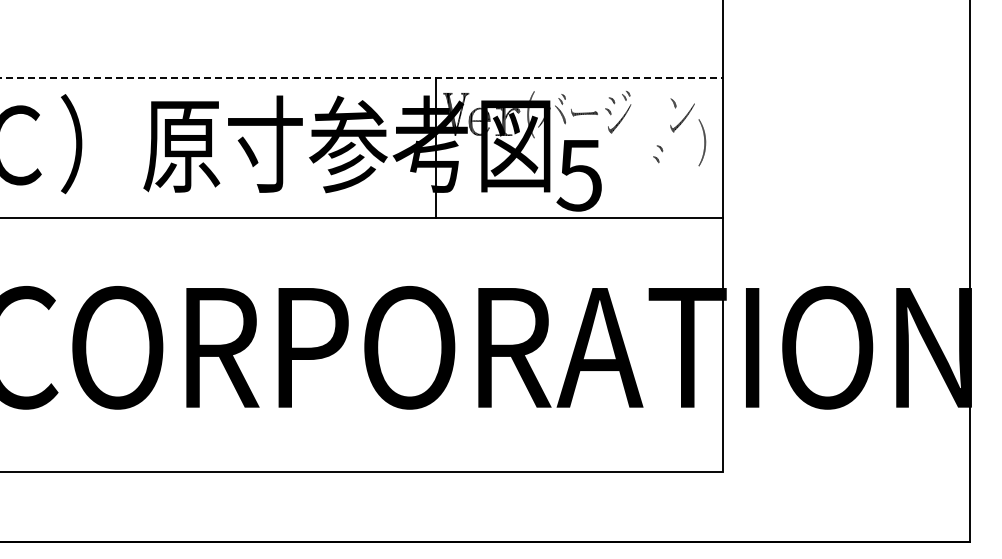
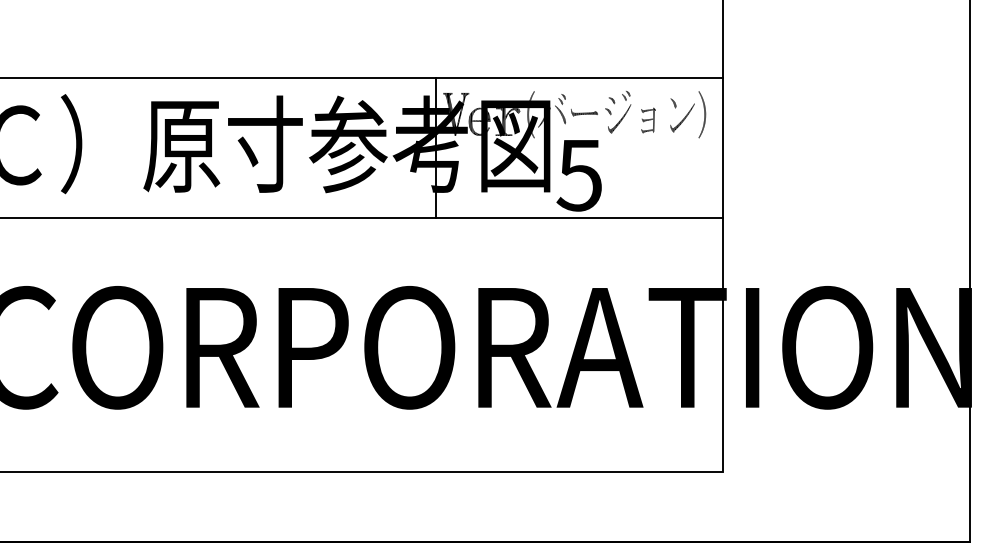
line at (361, 77): dashed -> solid
part at (648, 120): none -> present
part at (702, 142) position: (702, 142) -> (702, 114)
part at (658, 154): present -> none
